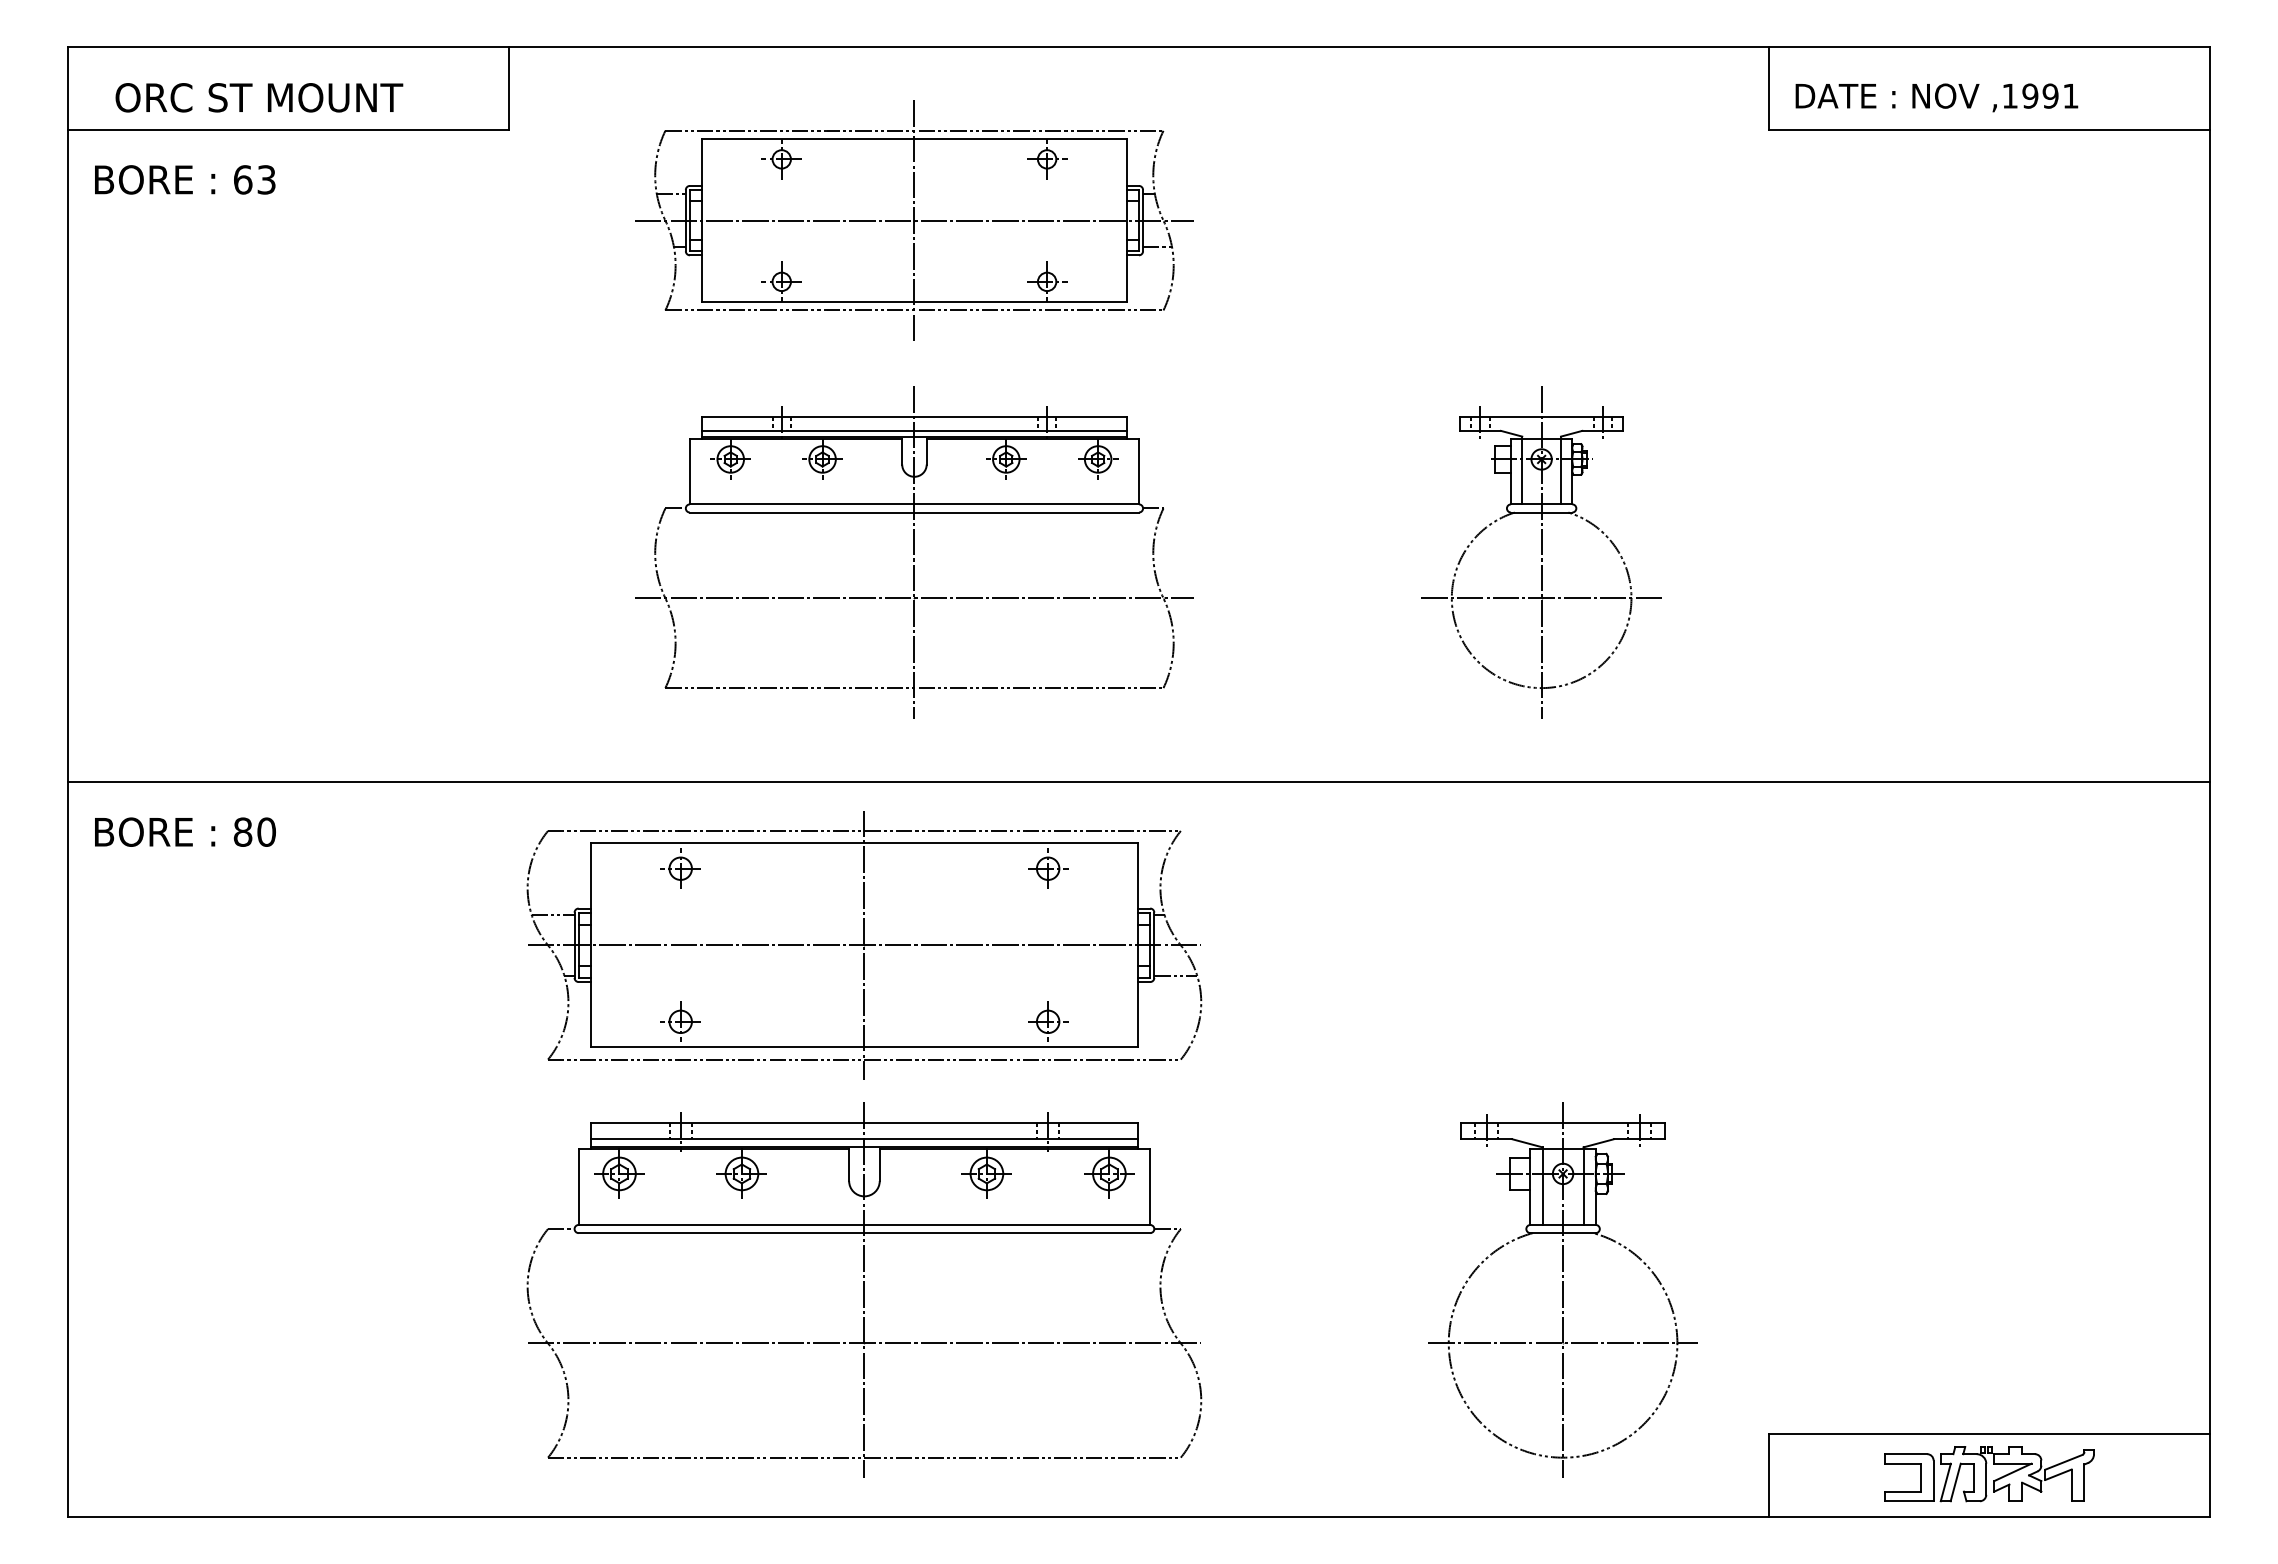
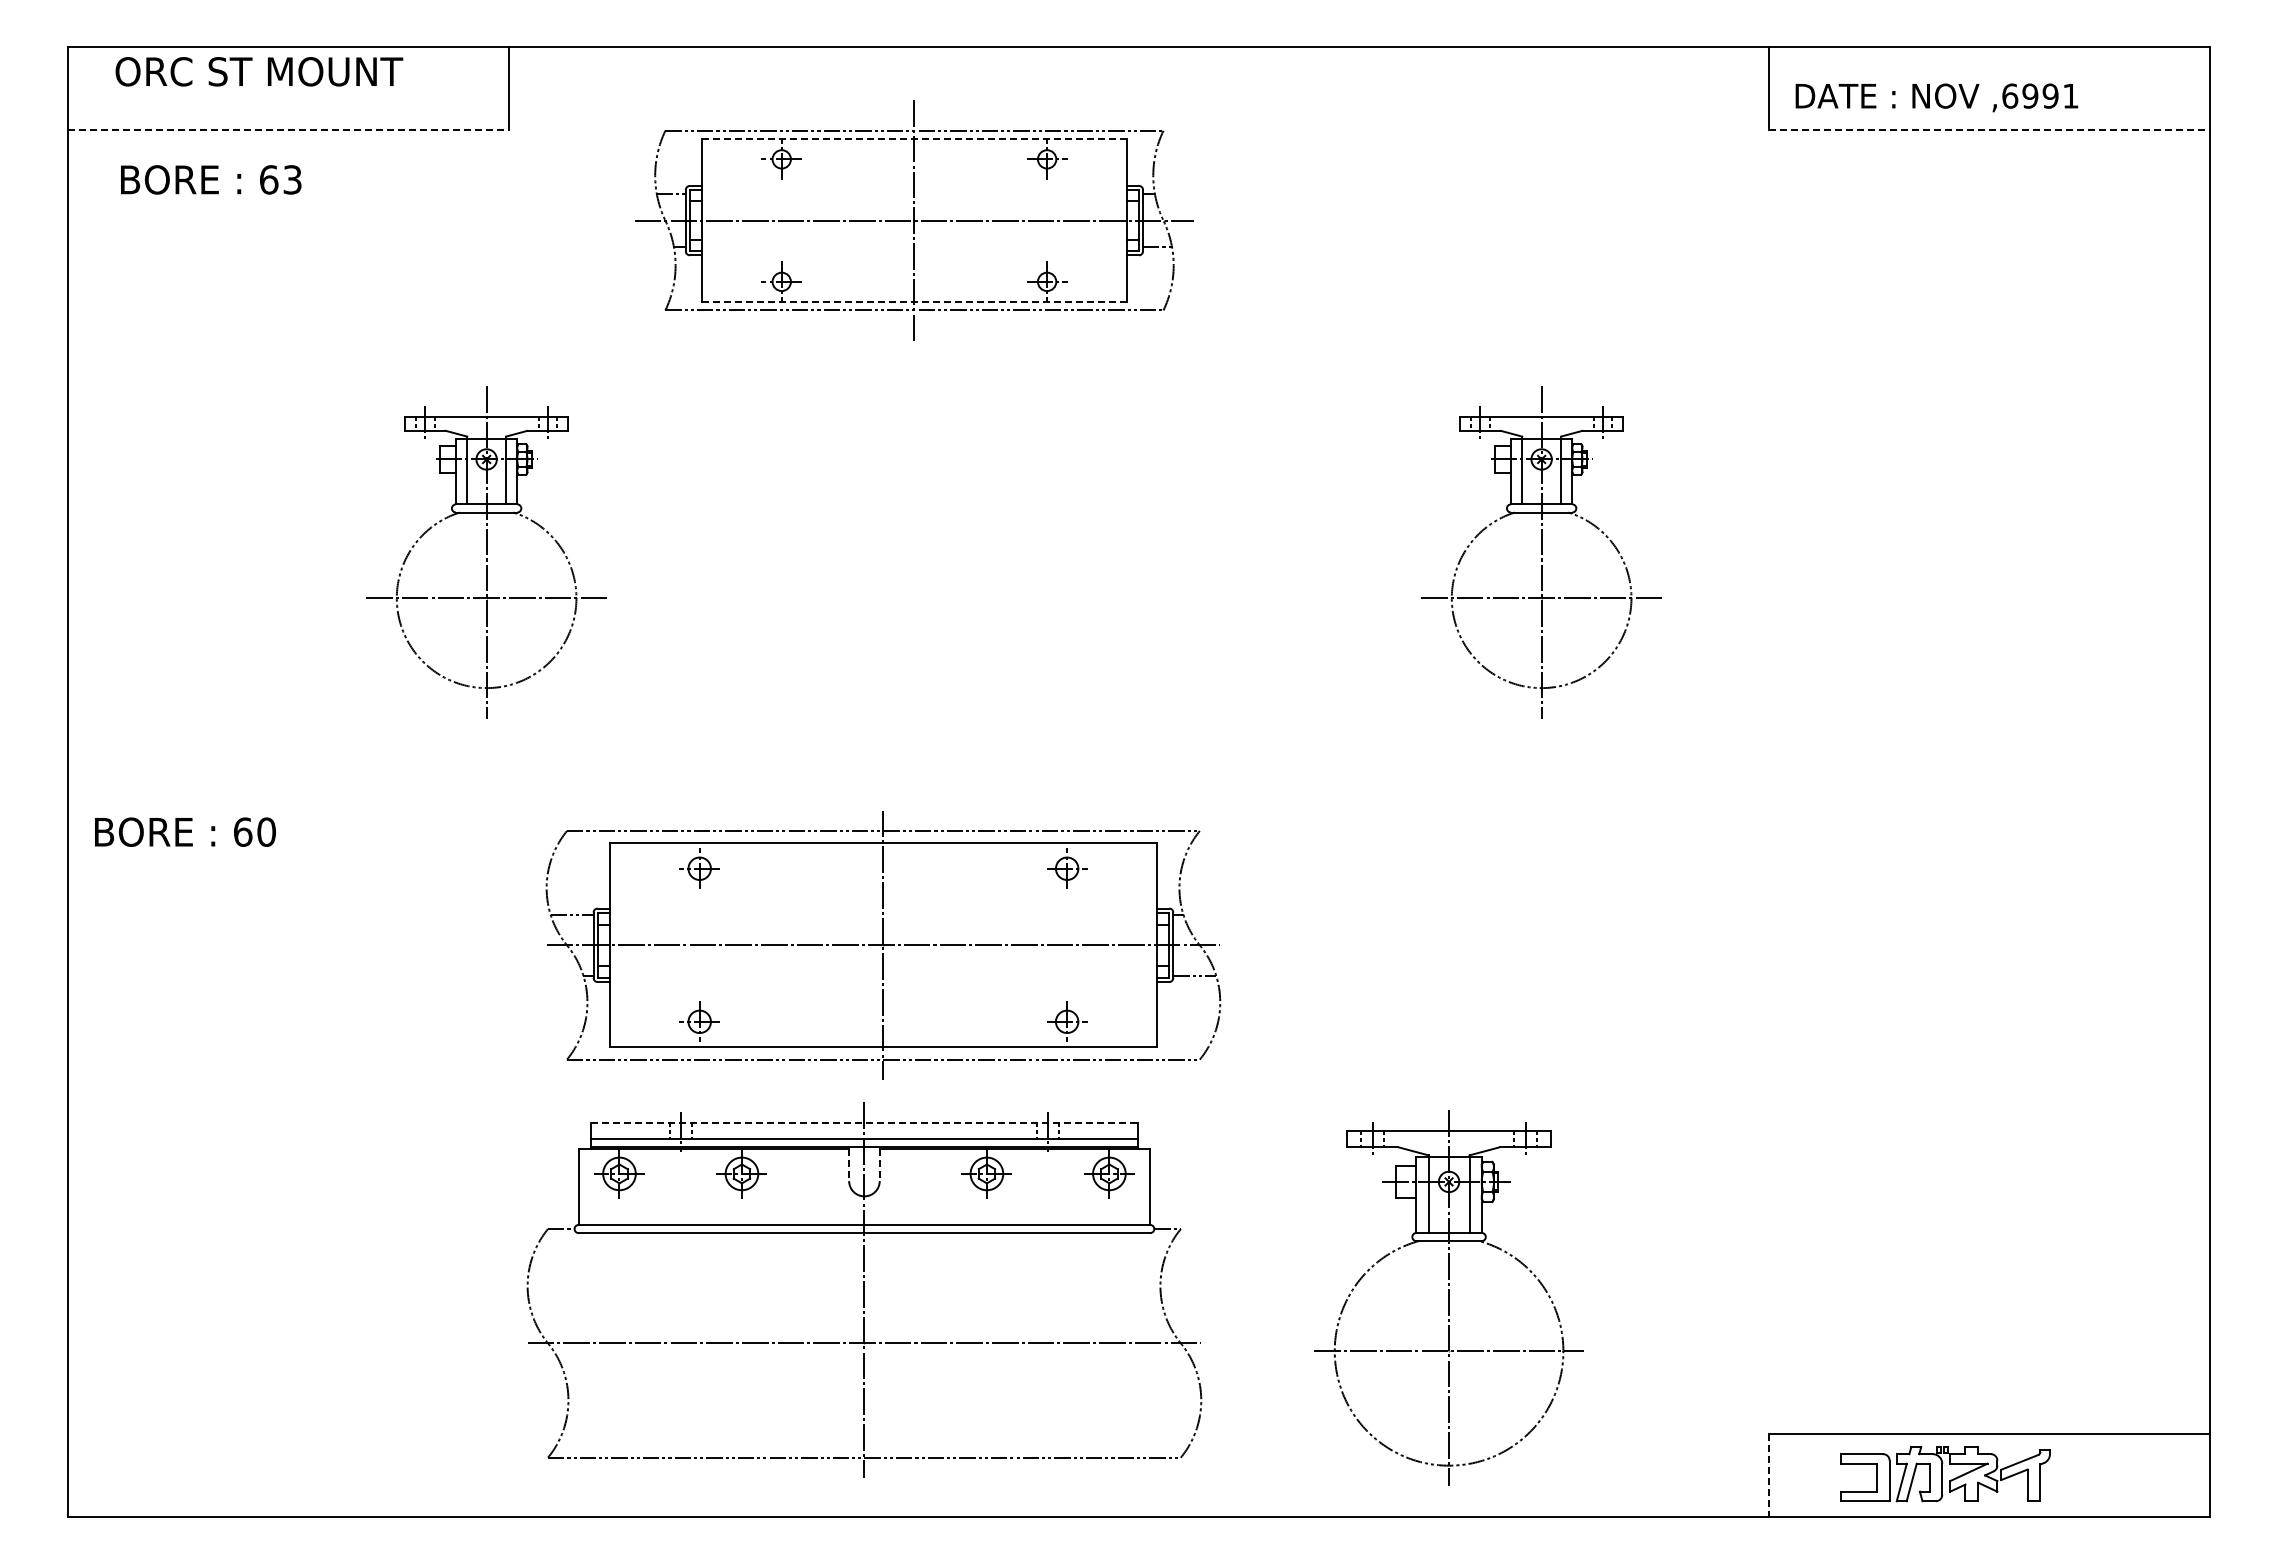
text at (2010, 95): ,1991 -> ,6991
text at (259, 97) position: (259, 97) -> (259, 71)
line at (289, 129): solid -> dashed
line at (1989, 129): solid -> dashed
line at (914, 138): solid -> dashed
text at (185, 179) position: (185, 179) -> (211, 179)
line at (914, 302): solid -> dashed
part at (486, 552): none -> present
part at (914, 552): present -> none
line at (1138, 782): present -> none
text at (242, 831): 80 -> 60
part at (864, 945) position: (864, 945) -> (883, 945)
line at (864, 1122): solid -> dashed
line at (849, 1165): solid -> dashed
line at (879, 1165): solid -> dashed
part at (1562, 1289) position: (1562, 1289) -> (1448, 1297)
part at (1989, 1474) position: (1989, 1474) -> (1945, 1474)
line at (1769, 1476): solid -> dashed
